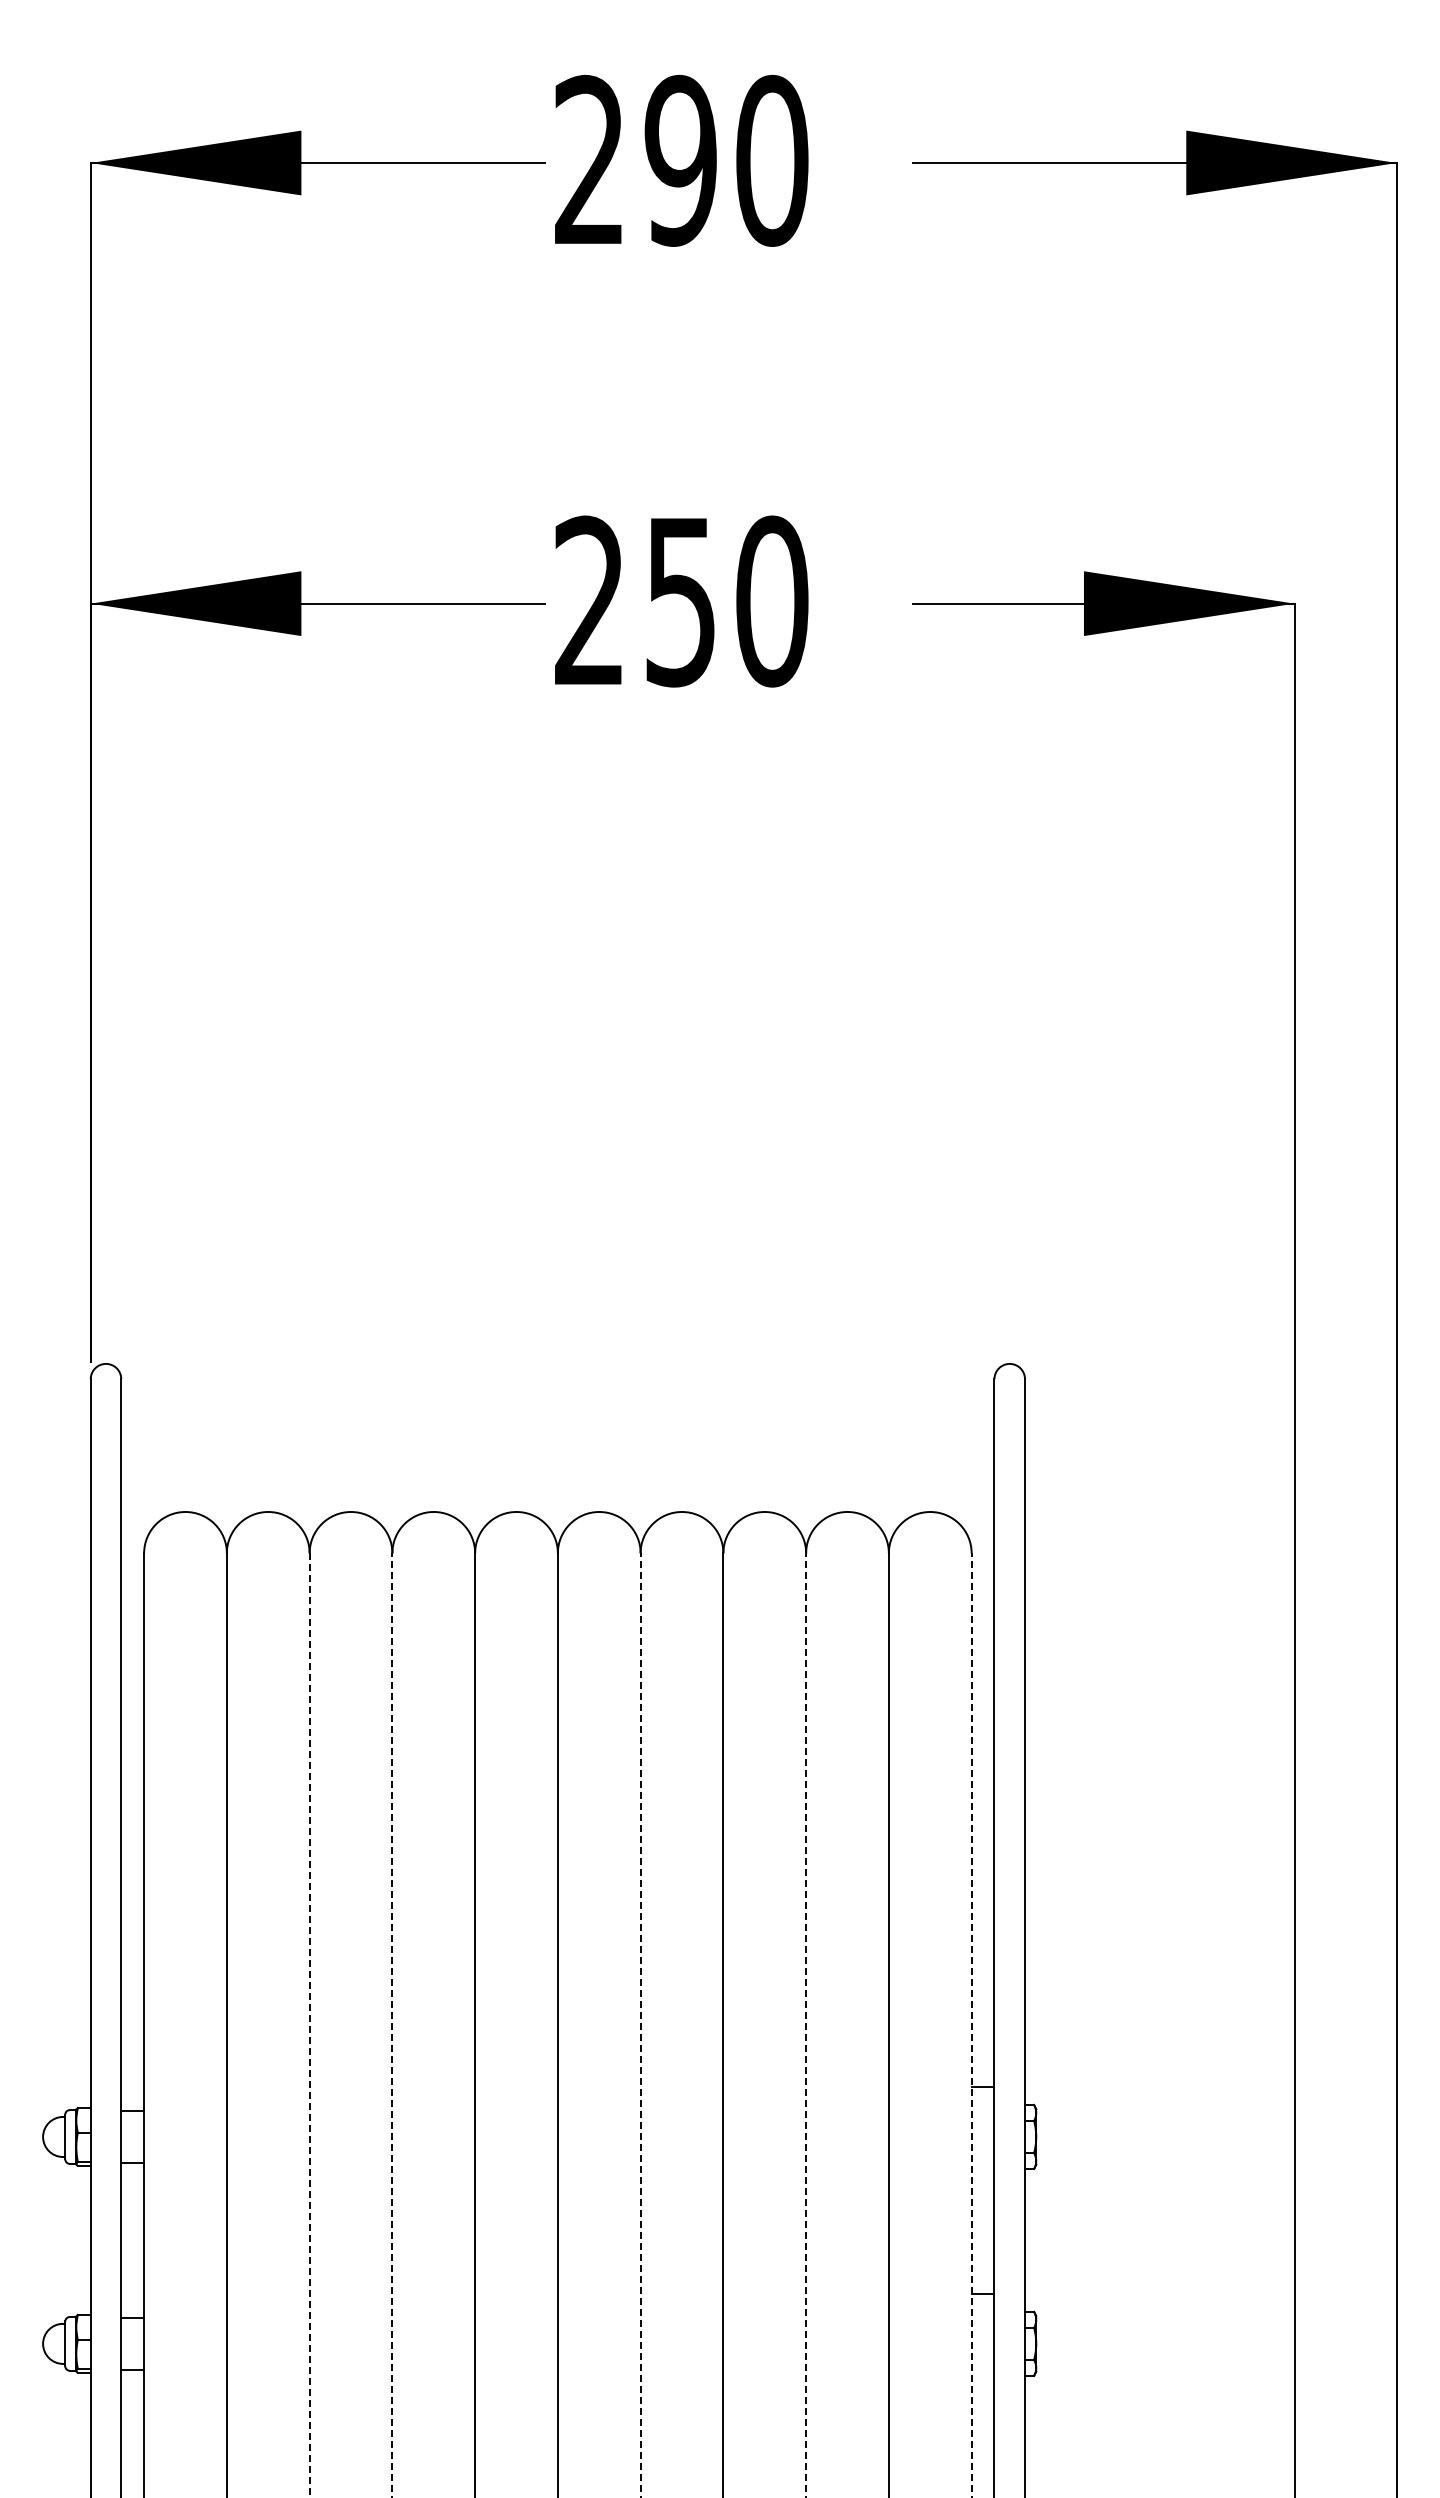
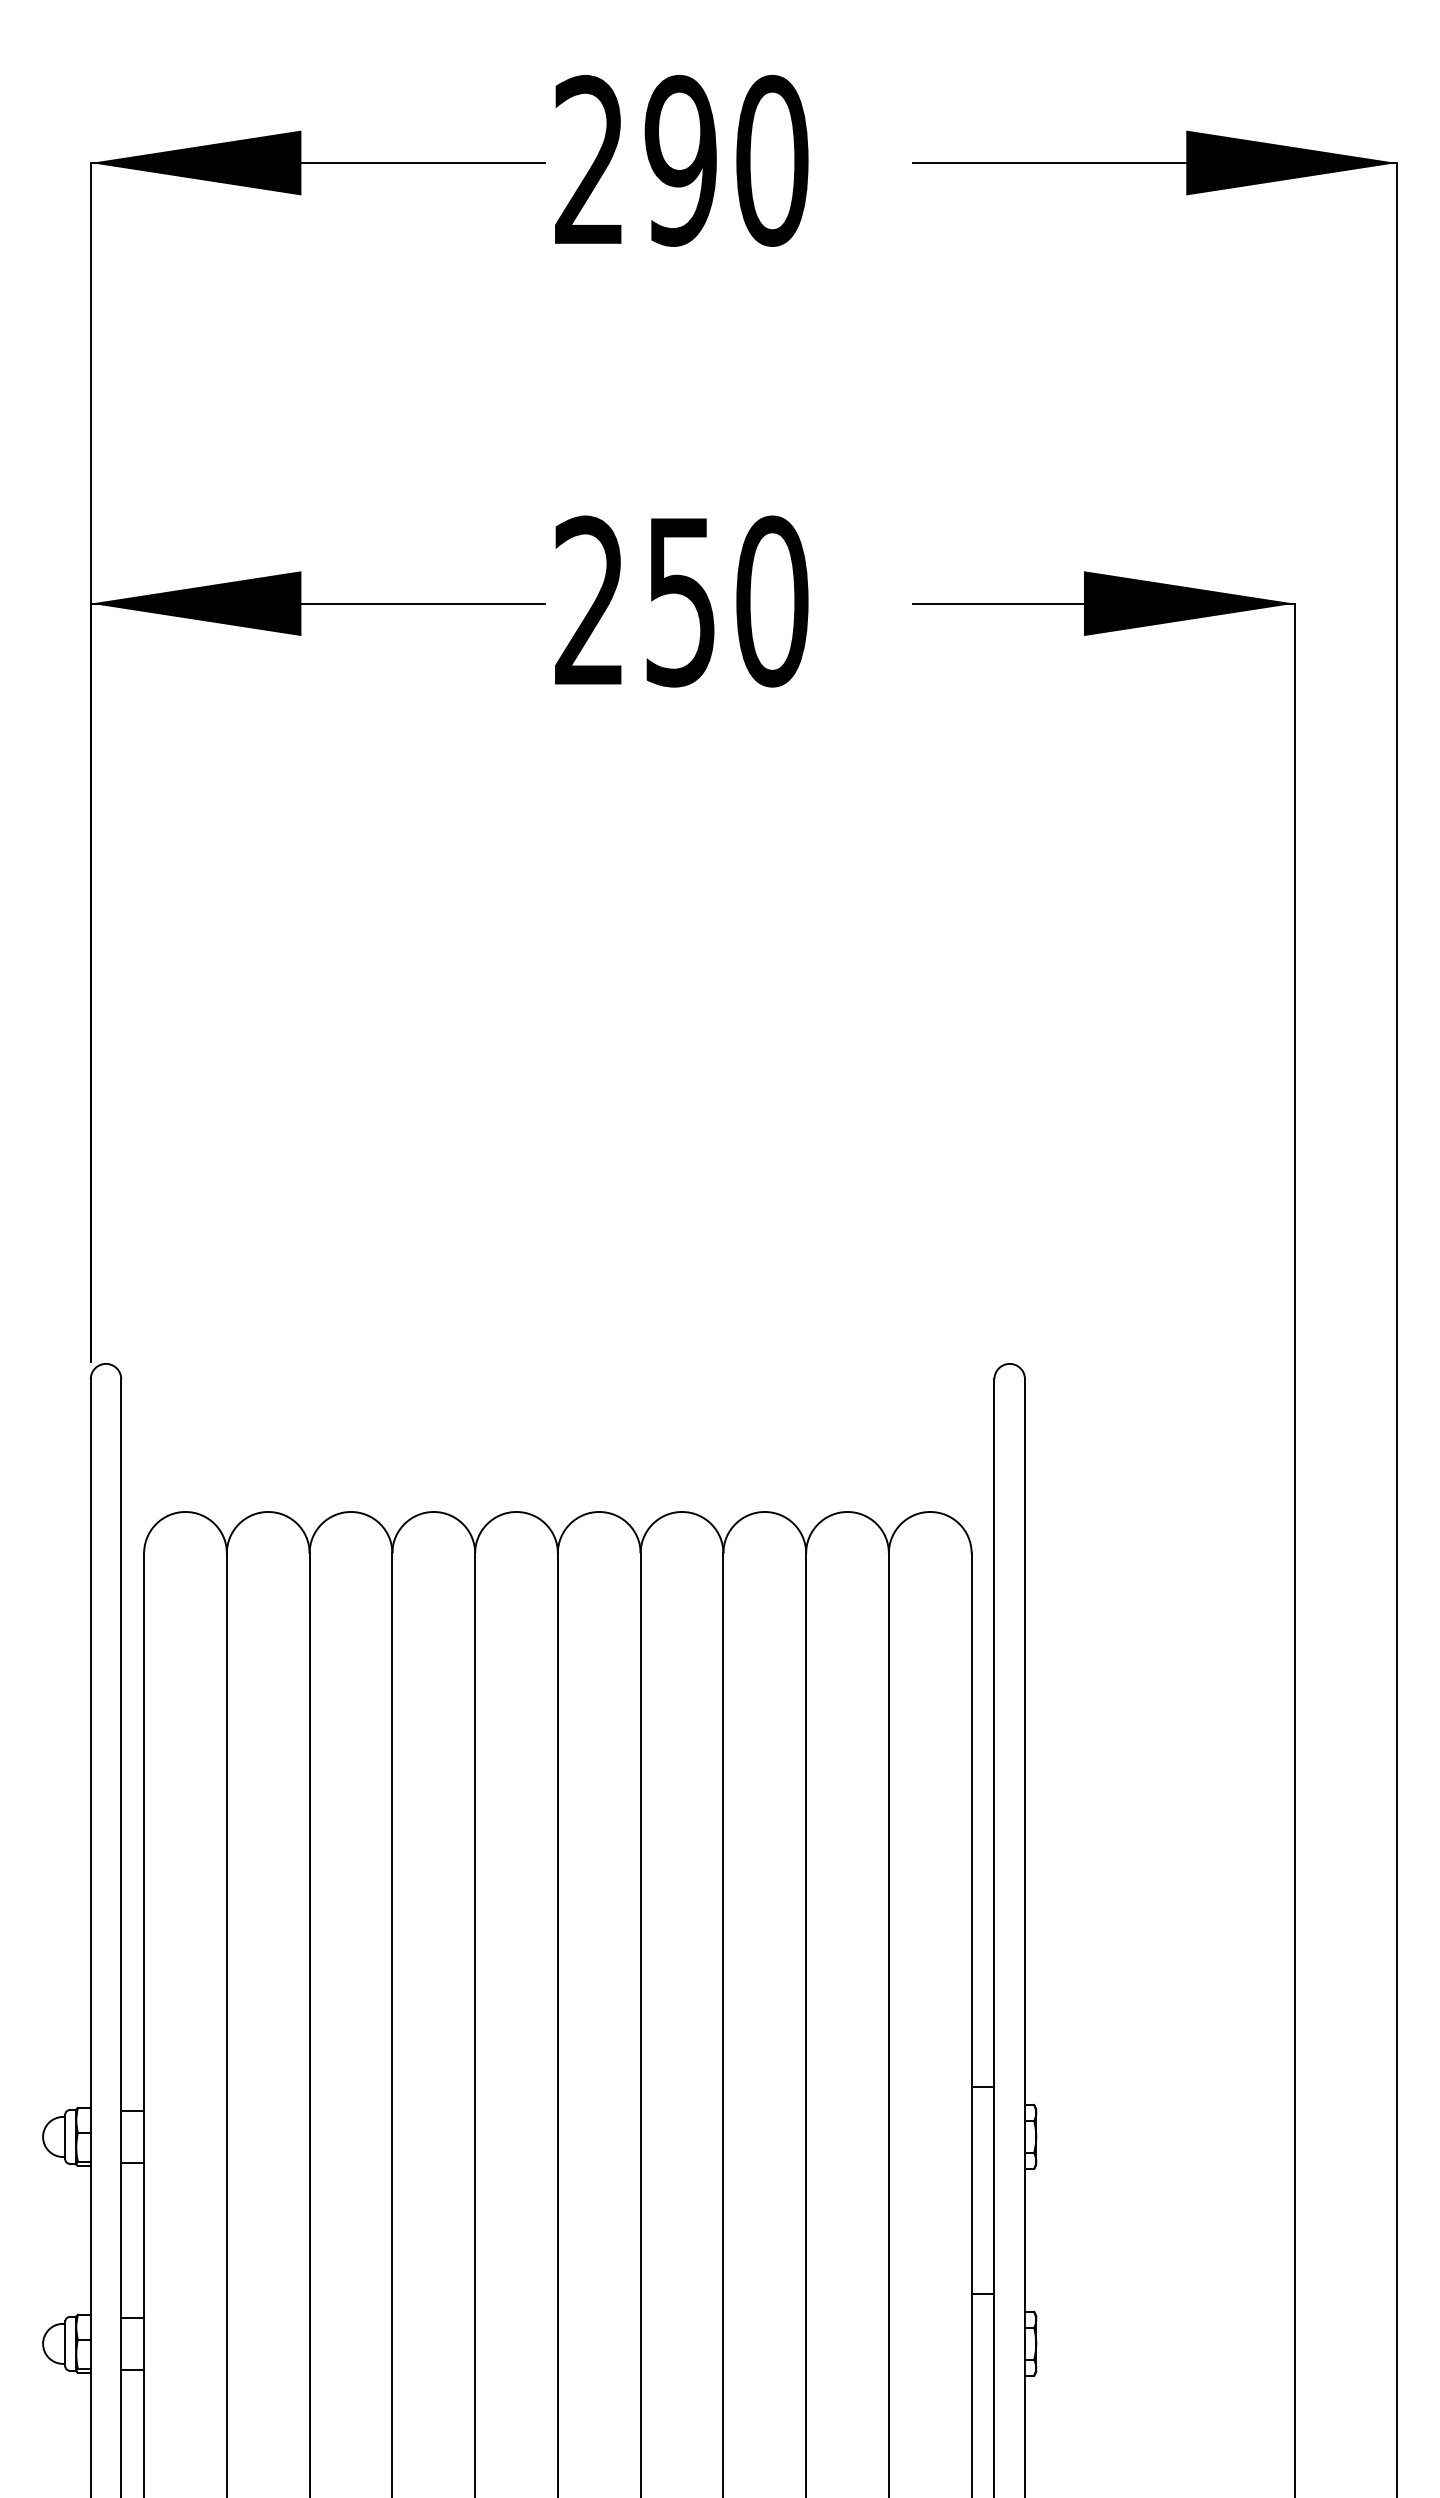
line at (309, 2025): dashed -> solid
line at (392, 2025): dashed -> solid
line at (640, 2025): dashed -> solid
line at (806, 2025): dashed -> solid
line at (971, 2025): dashed -> solid
